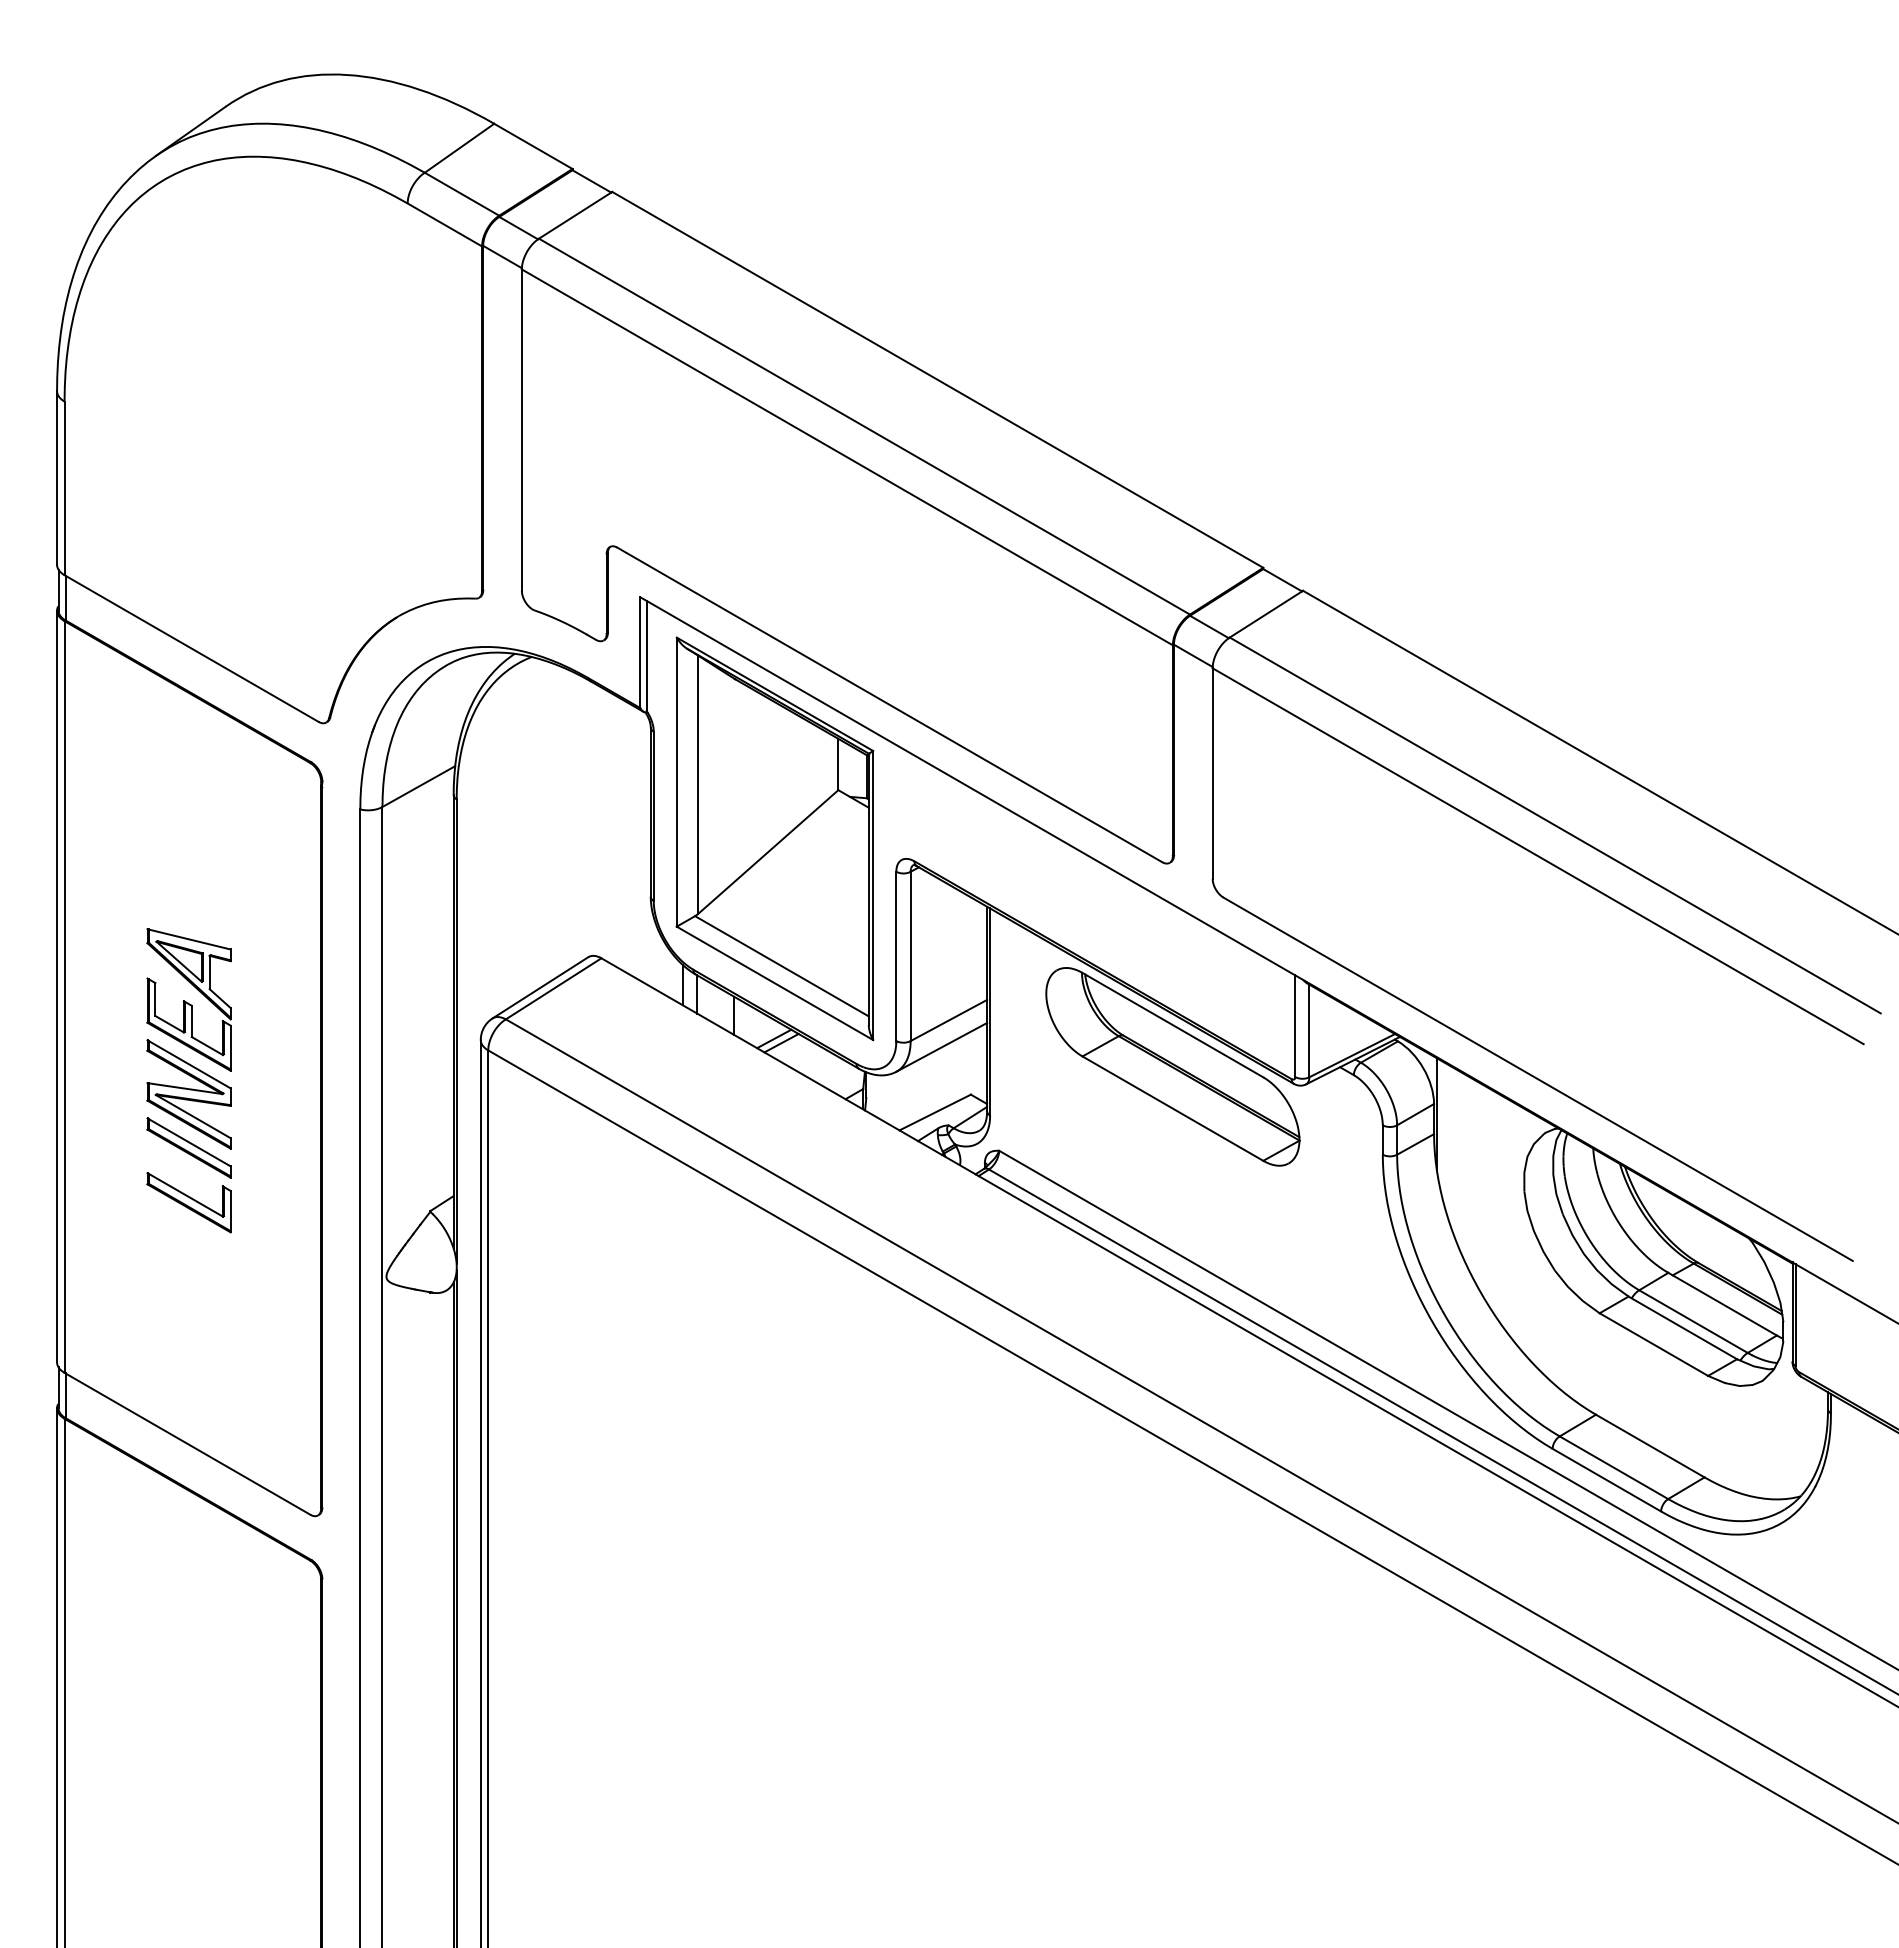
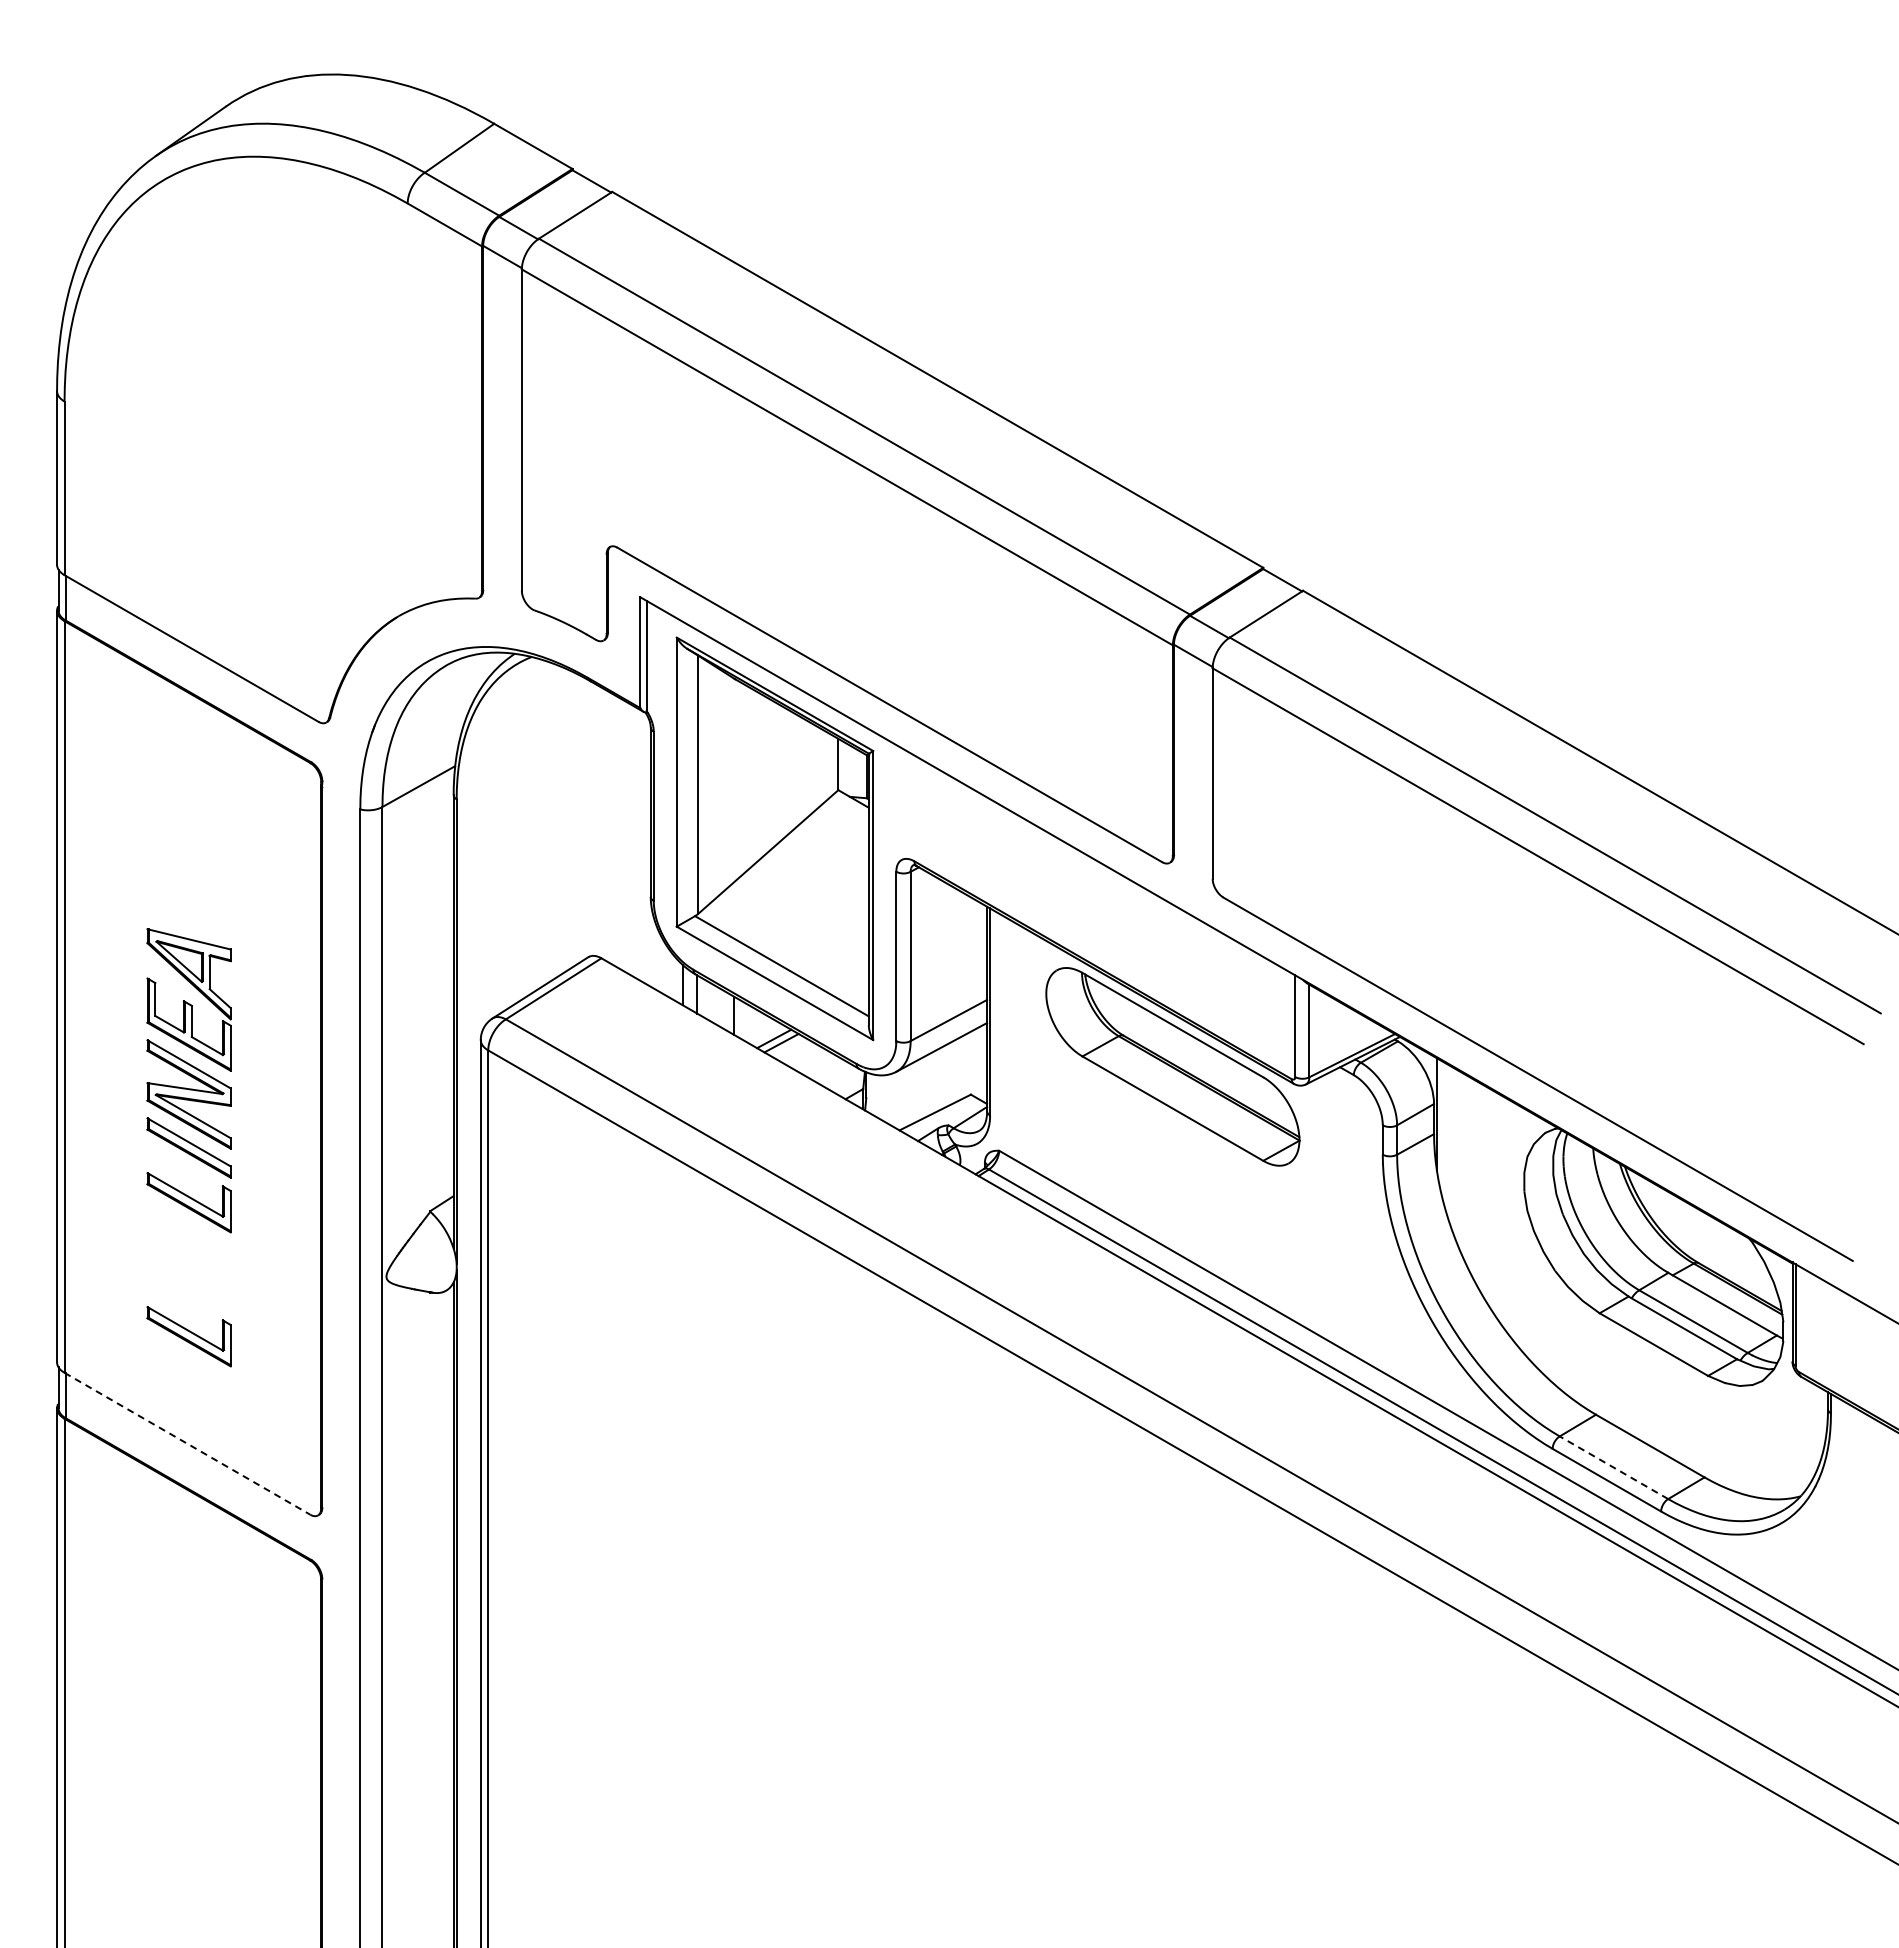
part at (188, 1336): none -> present
line at (187, 1443): solid -> dashed
line at (1614, 1467): solid -> dashed
